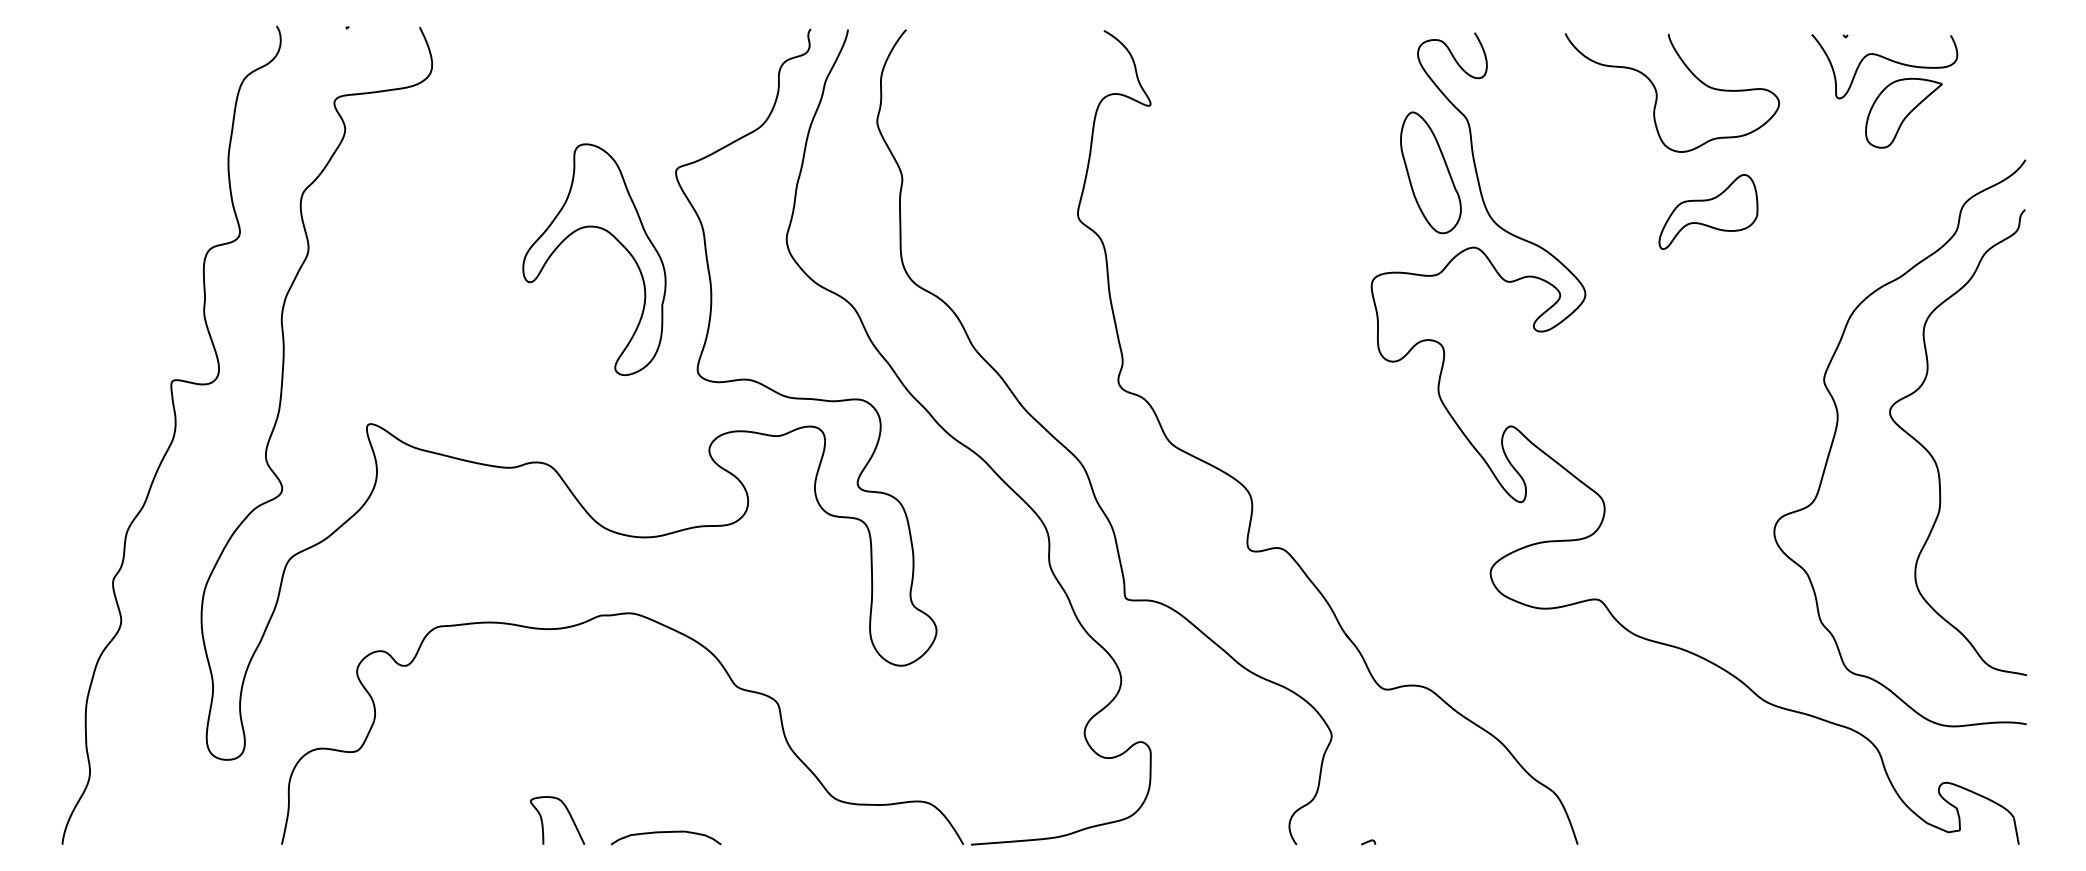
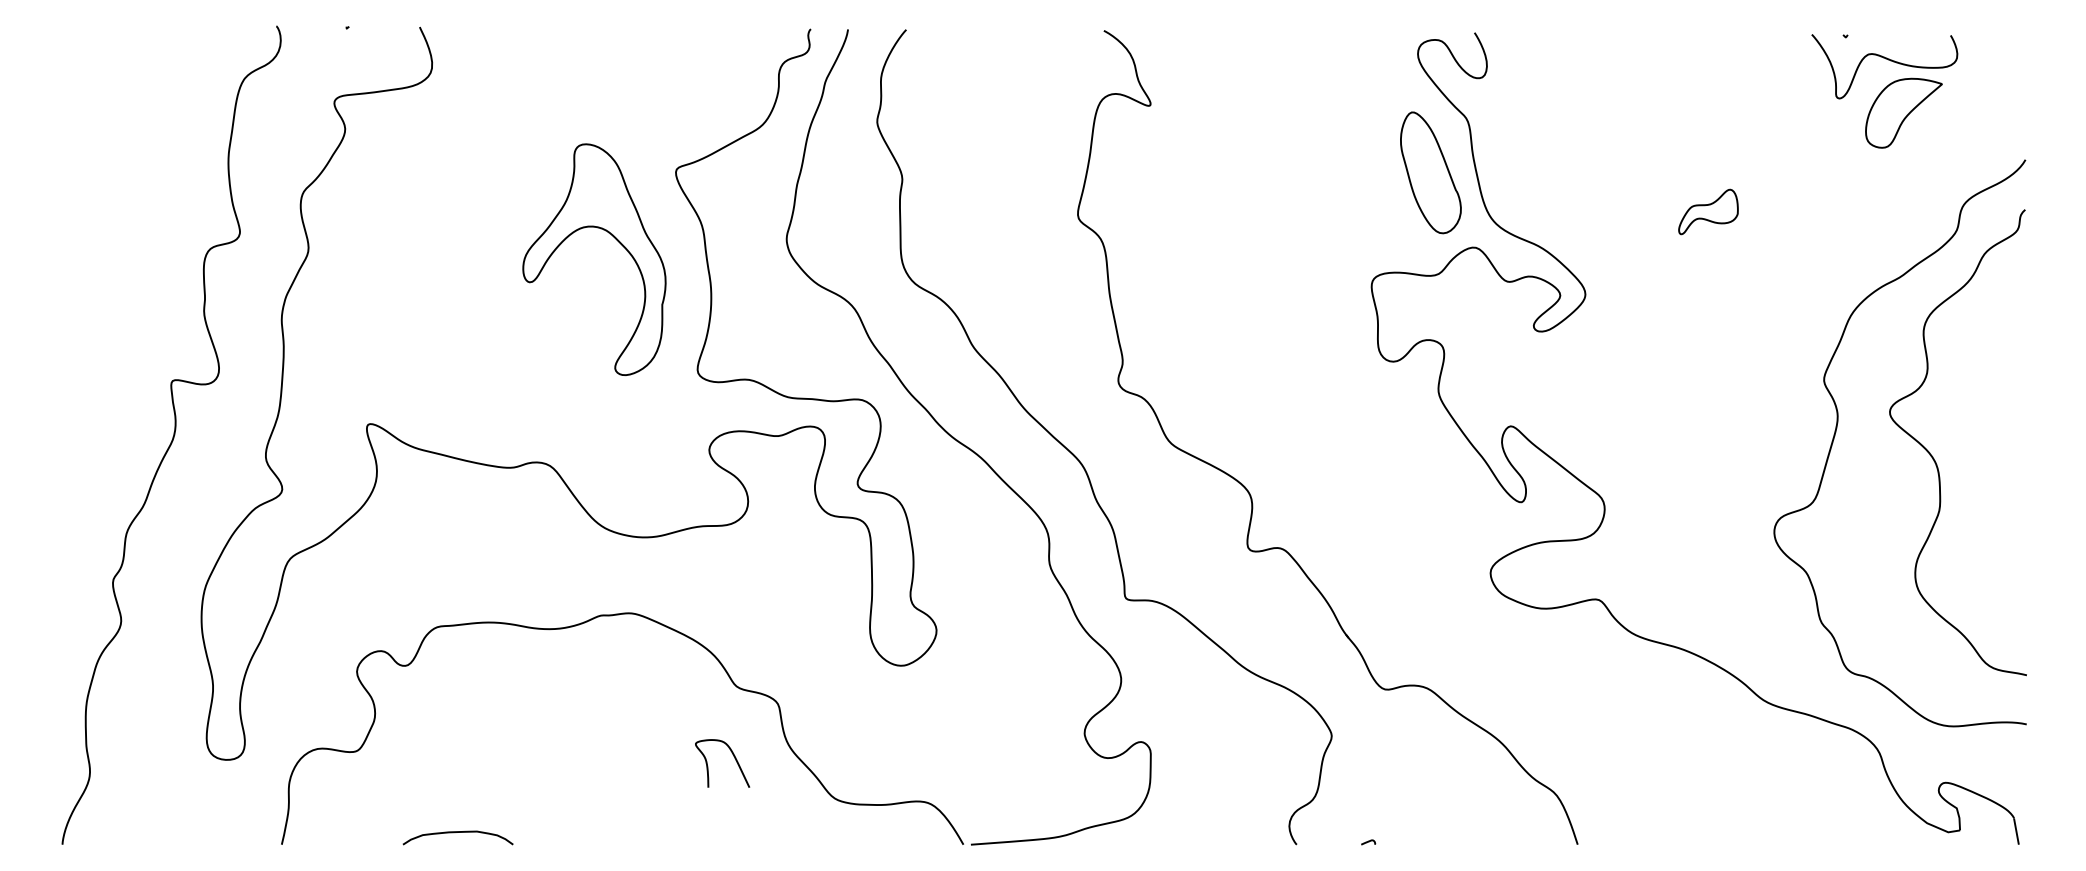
curve at (1657, 92): present -> none
part at (1708, 211) size: 101x76 px -> 61x48 px
curve at (569, 815) position: (569, 815) -> (734, 758)
curve at (665, 832) position: (665, 832) -> (457, 832)
